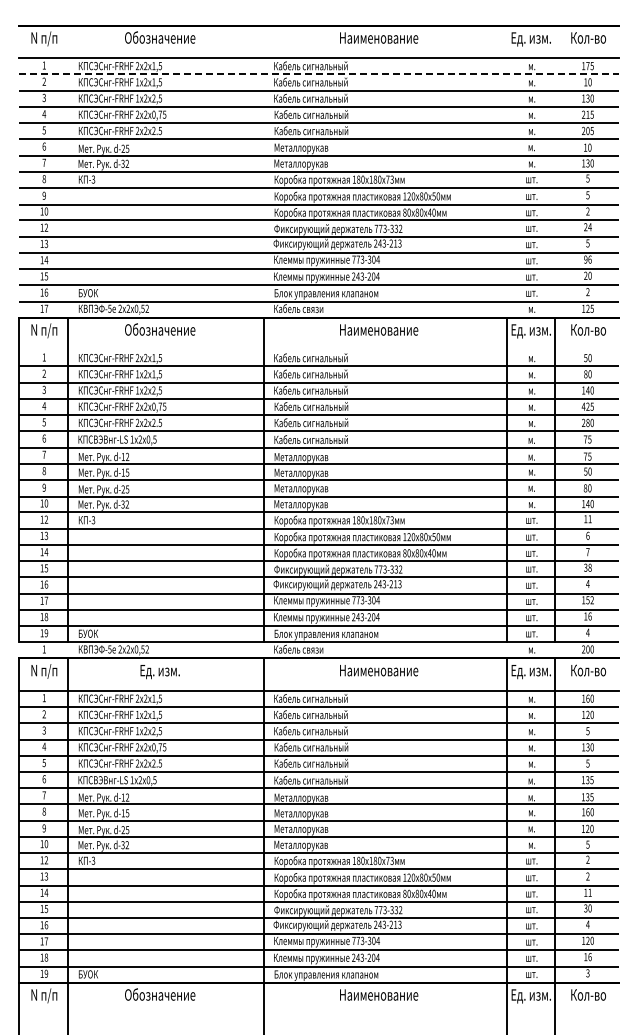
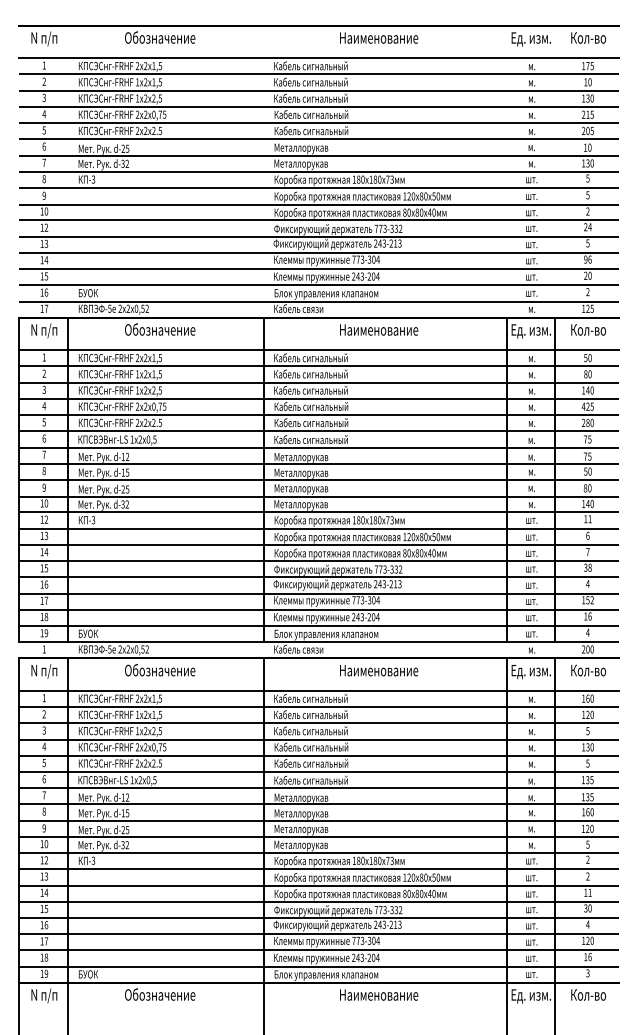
line at (319, 74): dashed -> solid
line at (319, 350): none -> present
text at (160, 671): Ед. изм. -> Обозначение
